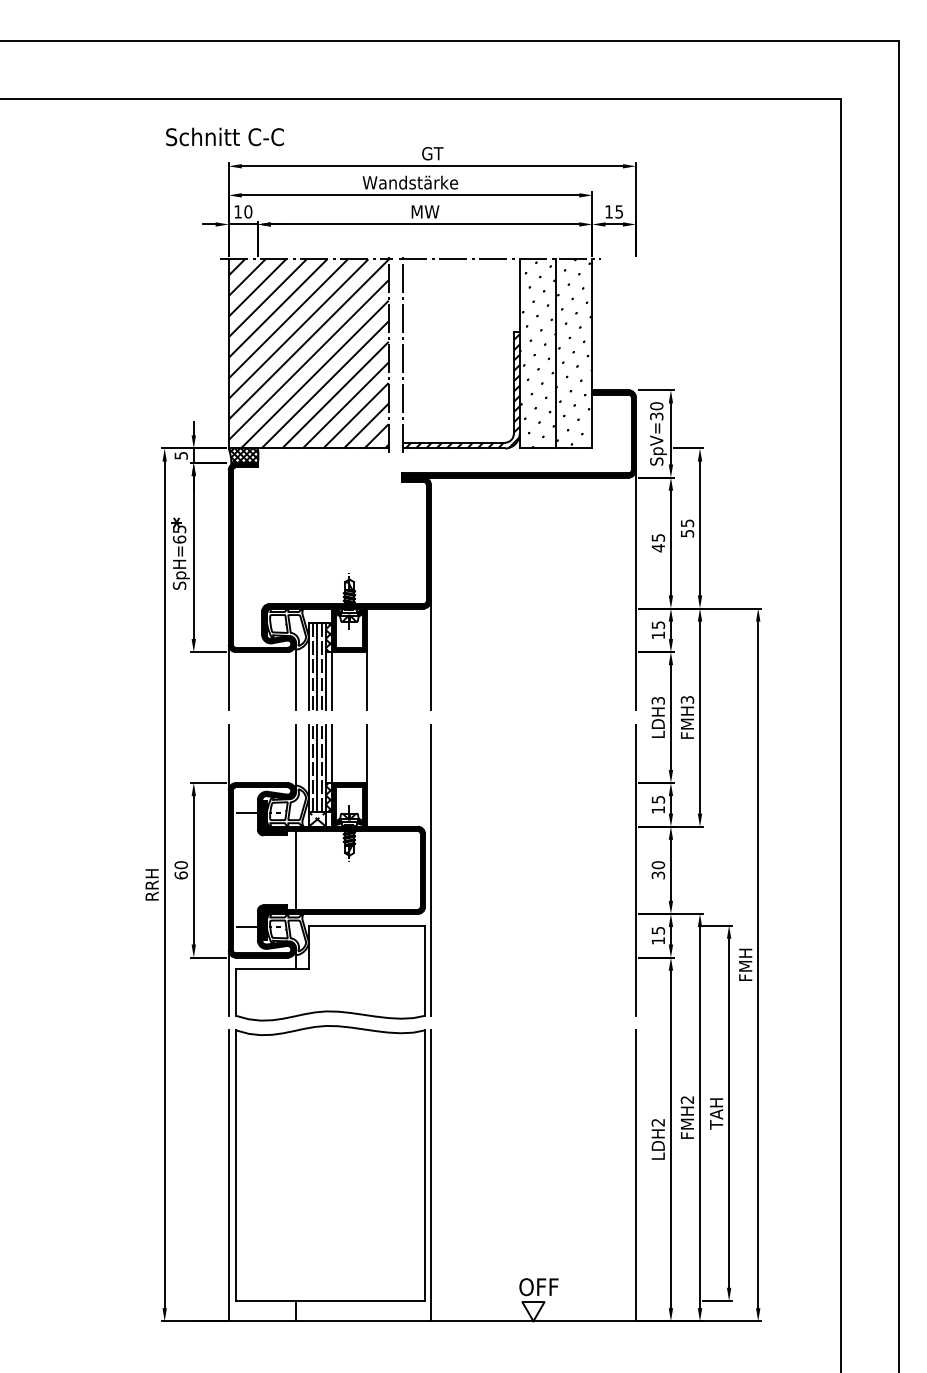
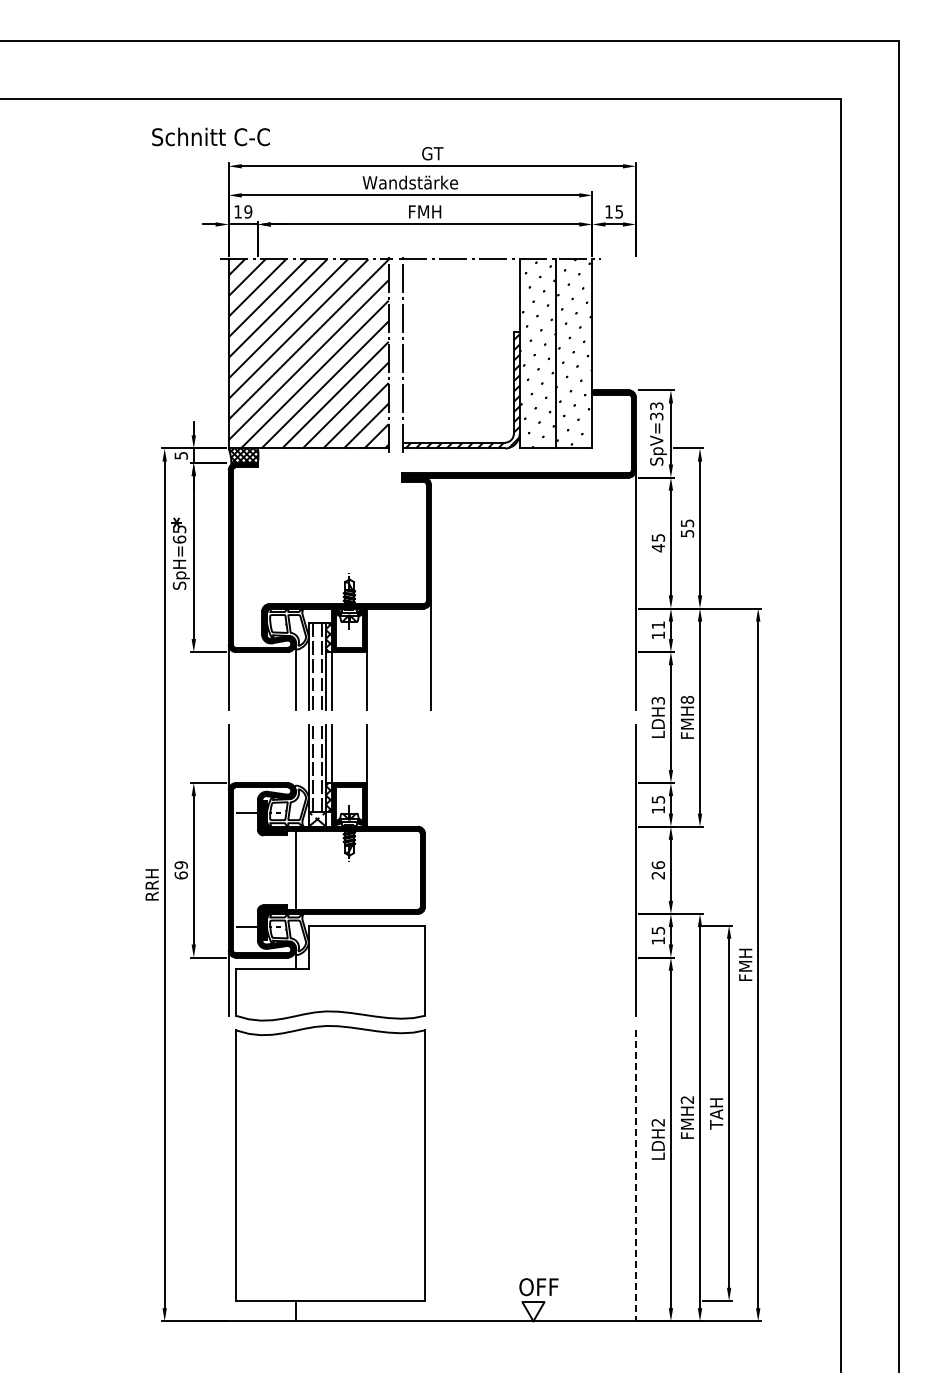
text at (224, 136) position: (224, 136) -> (210, 136)
text at (248, 211): 10 -> 19
text at (425, 211): MW -> FMH
text at (656, 406): SpV=30 -> SpV=33
text at (658, 624): 15 -> 11
line at (317, 666): present -> none
text at (687, 699): FMH3 -> FMH8
line at (295, 757): present -> none
line at (317, 768): present -> none
text at (180, 865): 60 -> 69
line at (430, 869): present -> none
text at (658, 870): 30 -> 26
line at (228, 1175): present -> none
line at (430, 1175): present -> none
line at (636, 1176): solid -> dashed
